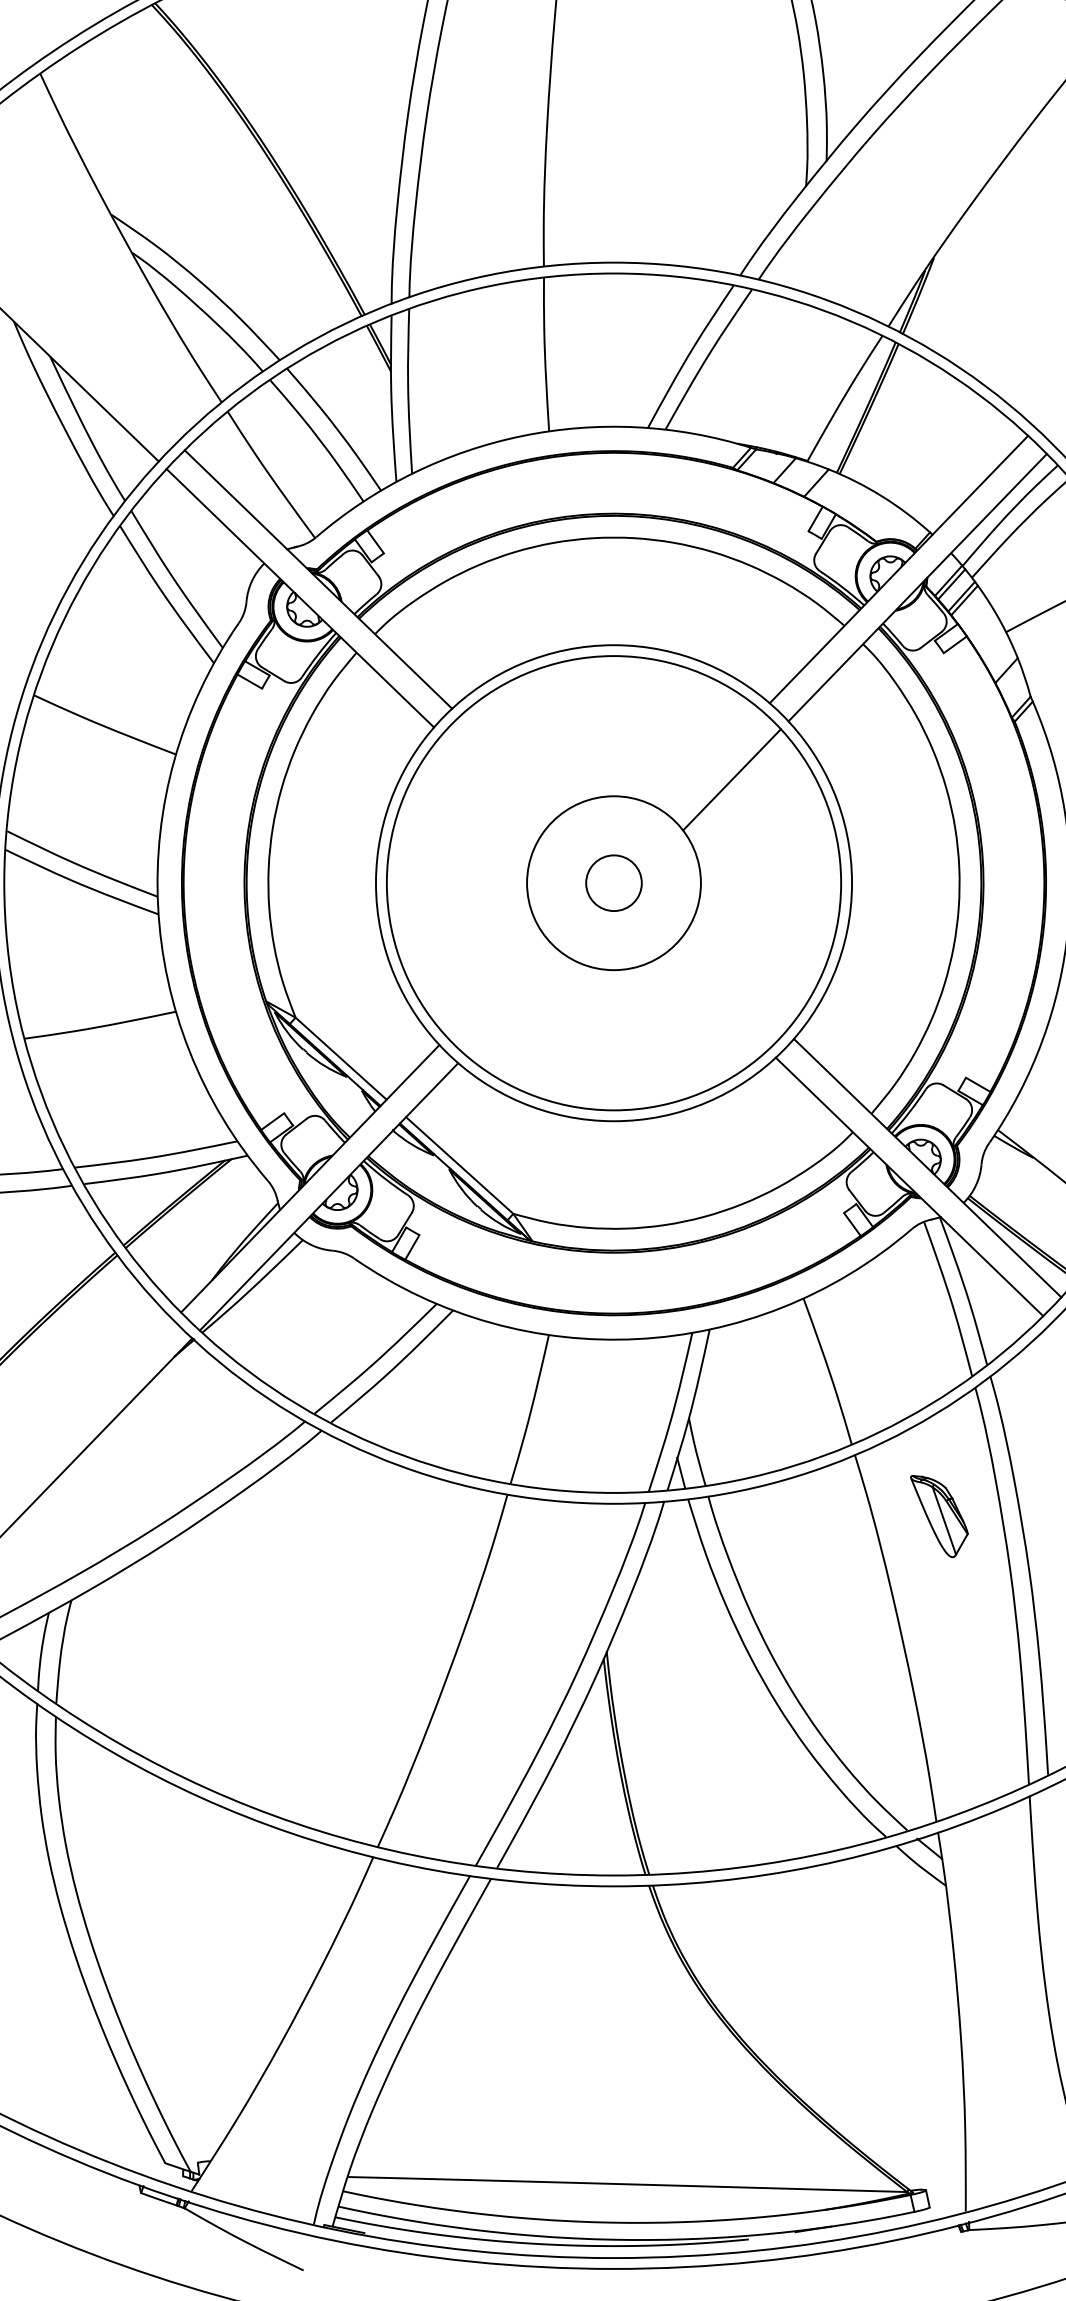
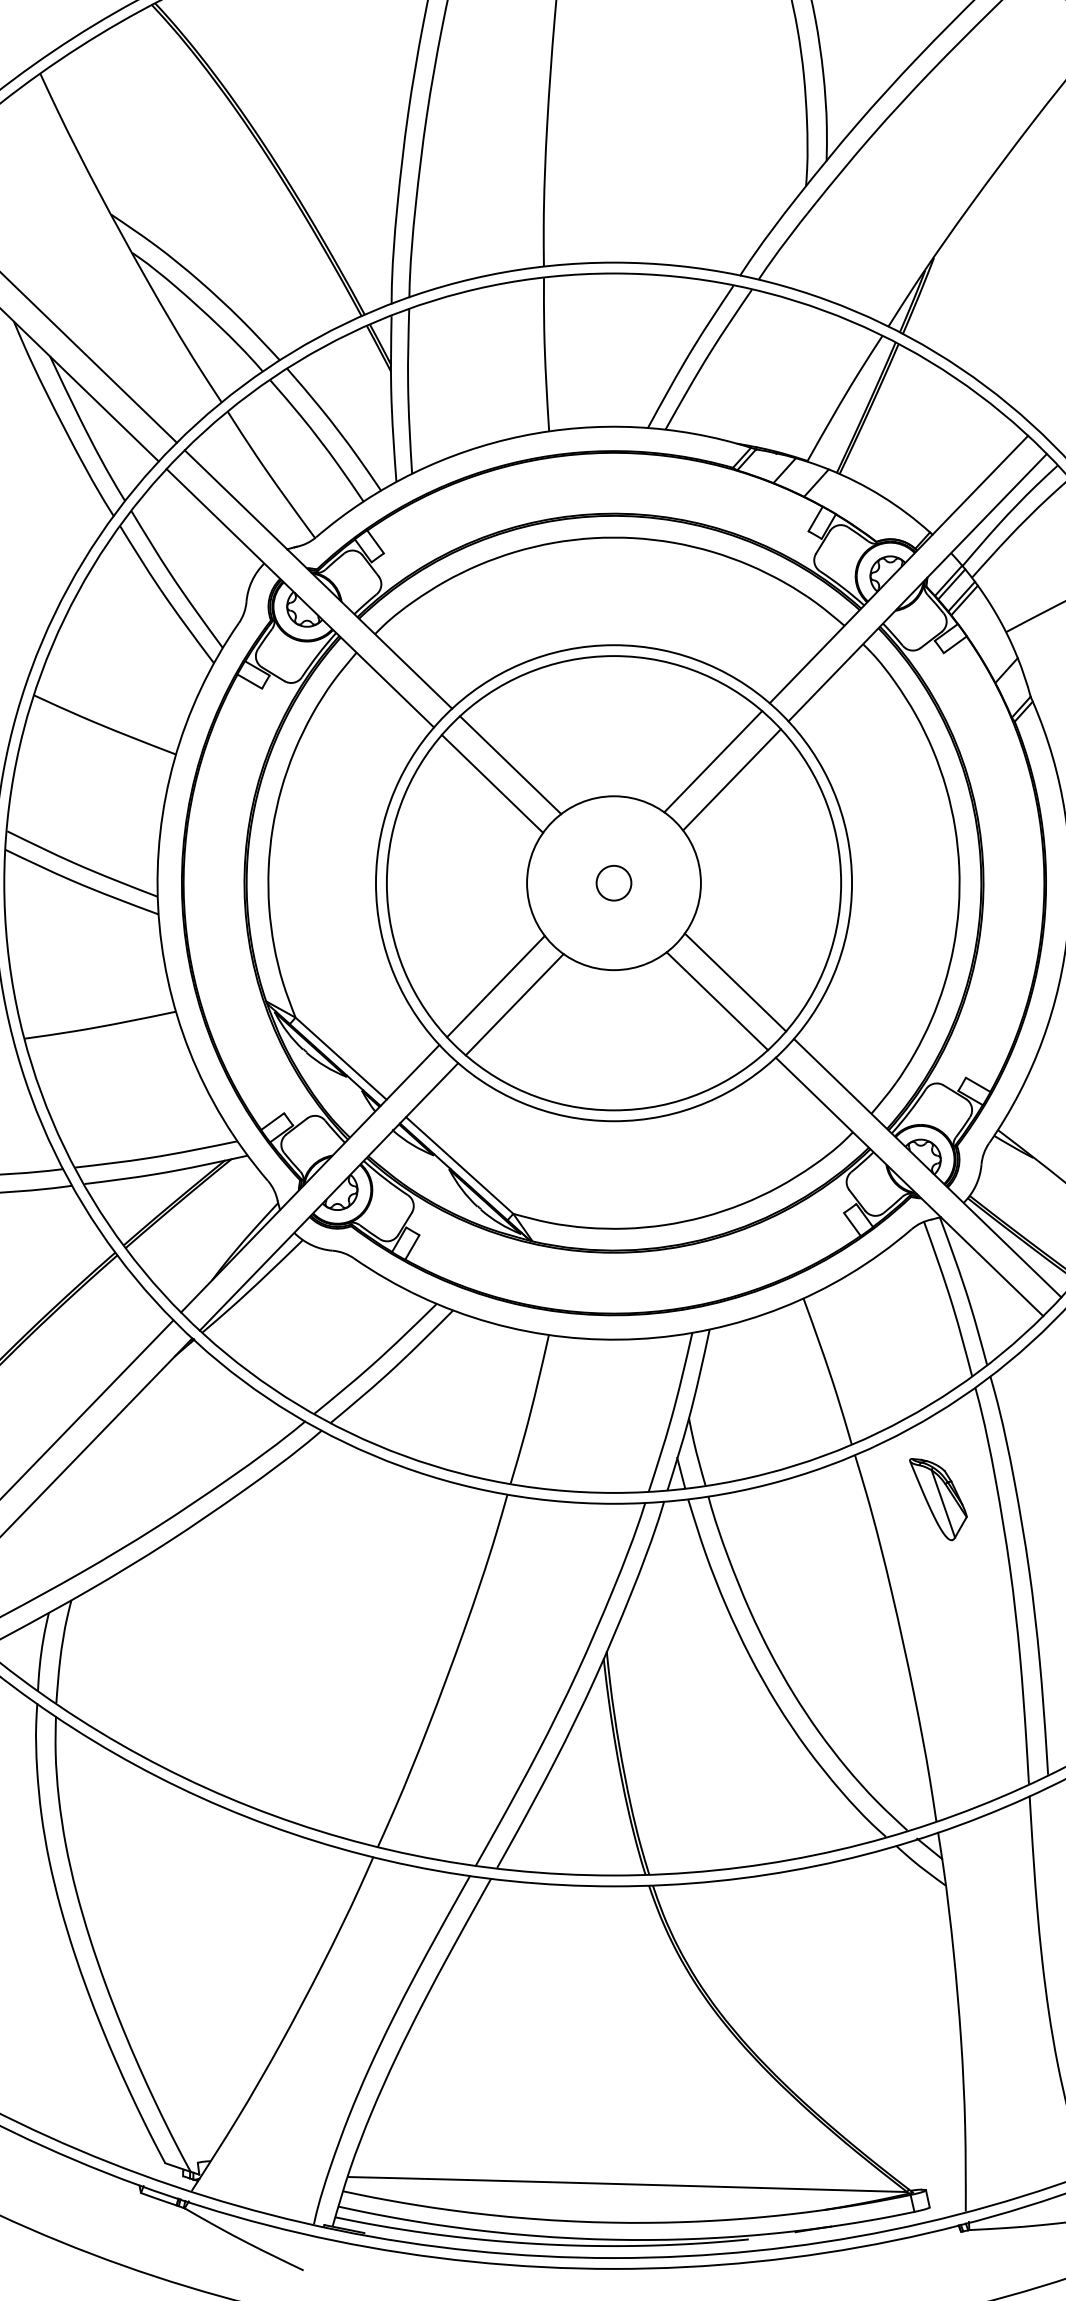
line at (89, 358): none -> present
line at (713, 761): none -> present
line at (510, 765): none -> present
line at (492, 783): none -> present
circle at (613, 883) diameter: 56 px -> 35 px
line at (735, 982): none -> present
line at (495, 986): none -> present
line at (717, 1001): none -> present
line at (514, 1004): none -> present
line at (87, 1408): none -> present
part at (939, 1516) position: (939, 1516) -> (938, 1499)
